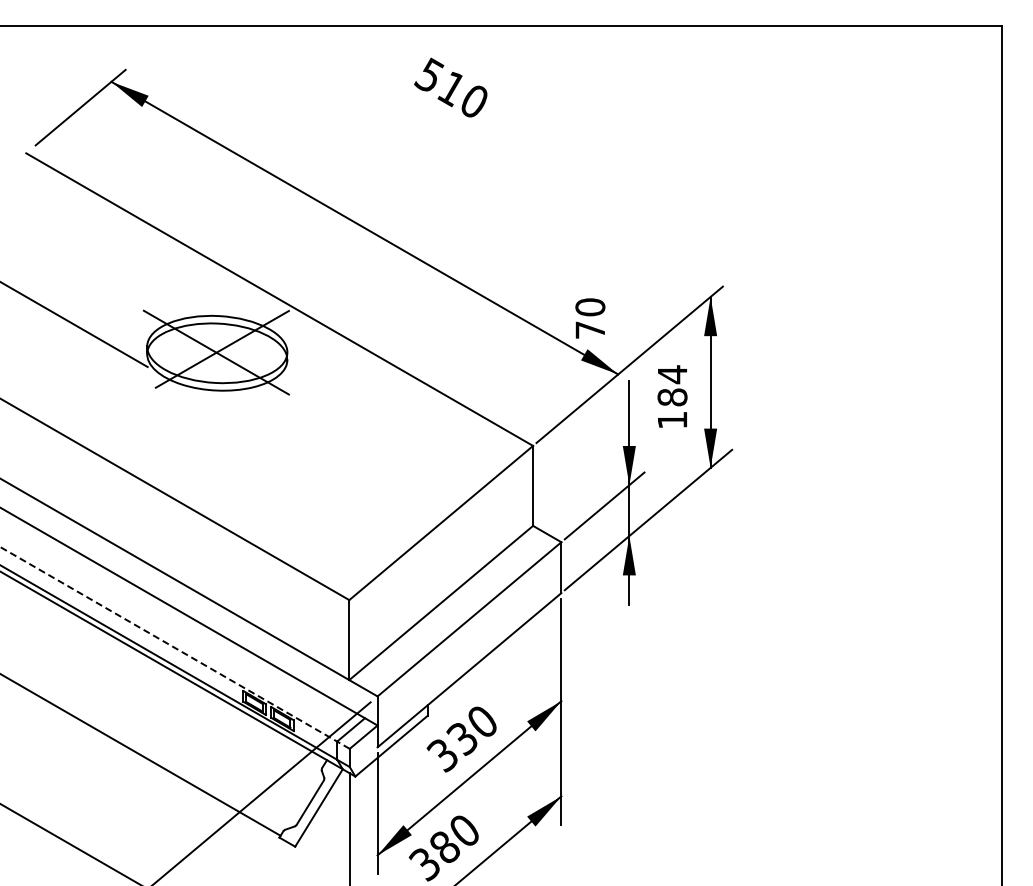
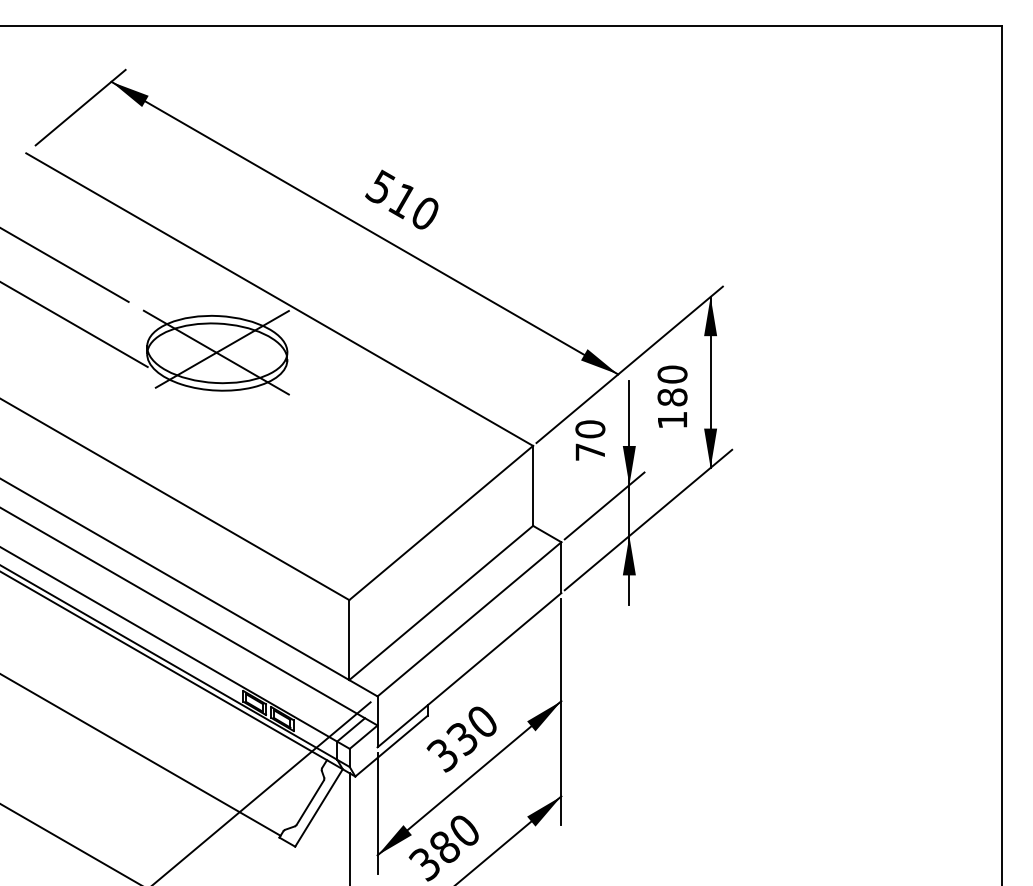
text at (450, 87) position: (450, 87) -> (401, 199)
line at (65, 264): none -> present
text at (590, 318) position: (590, 318) -> (590, 440)
text at (672, 374): 184 -> 180
line at (175, 647): dashed -> solid
